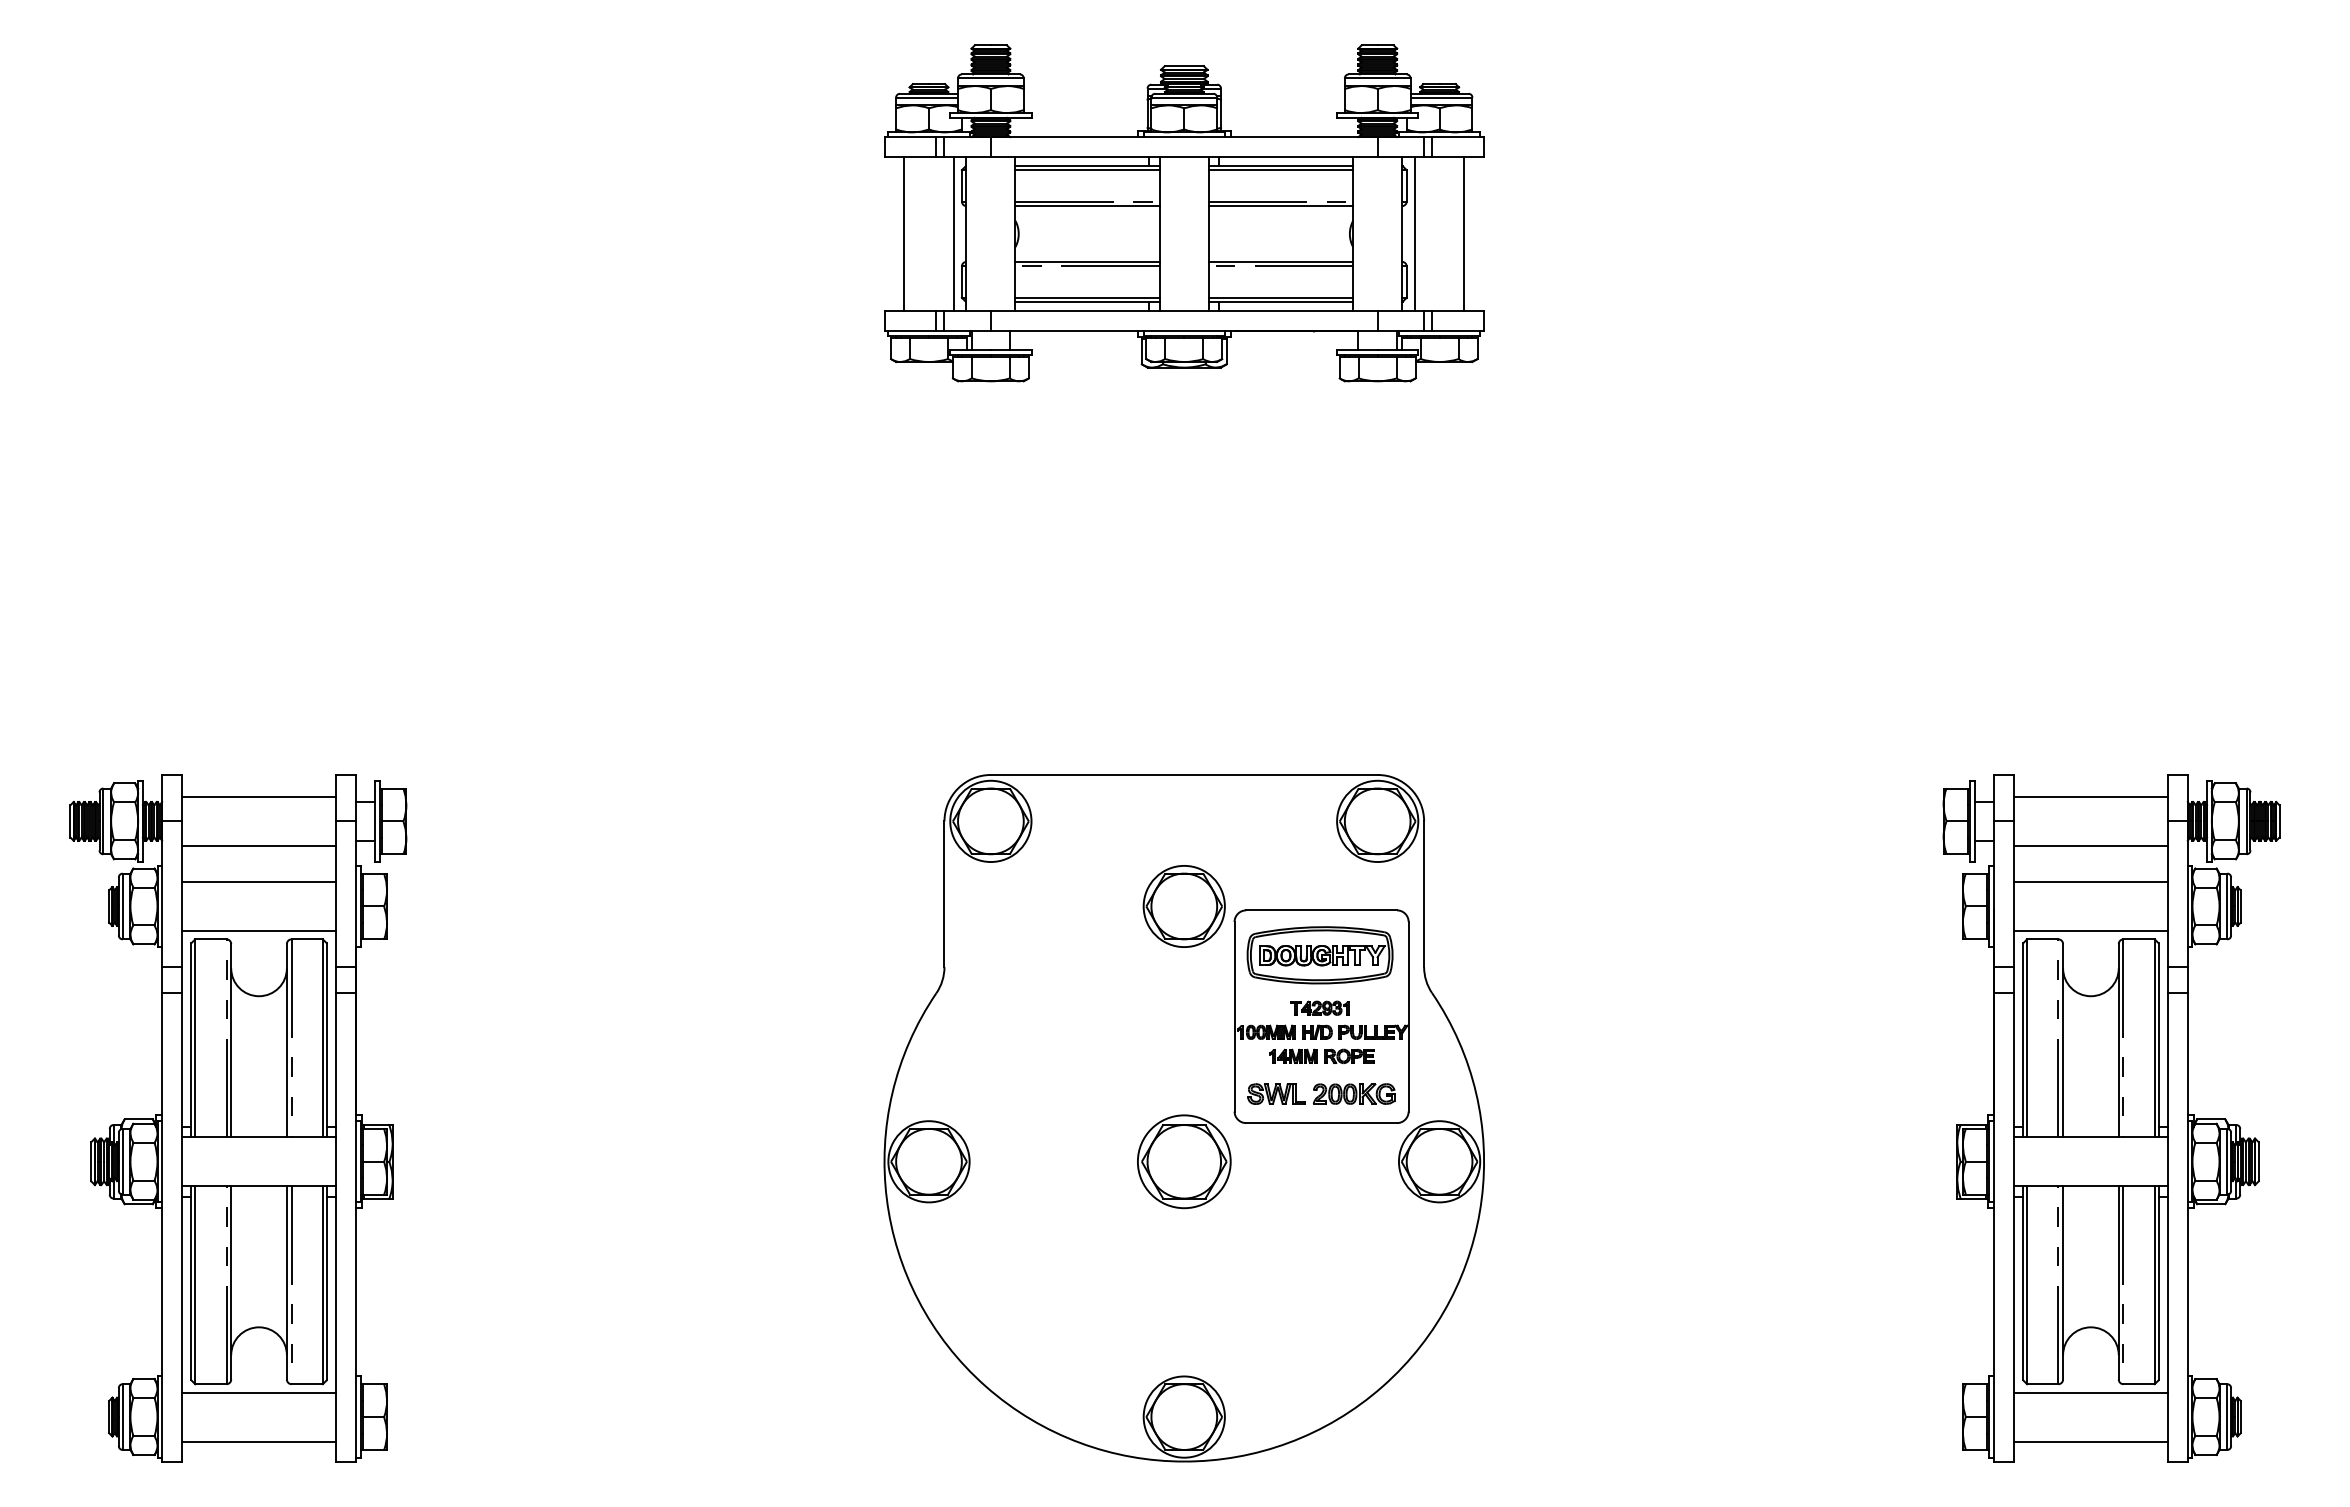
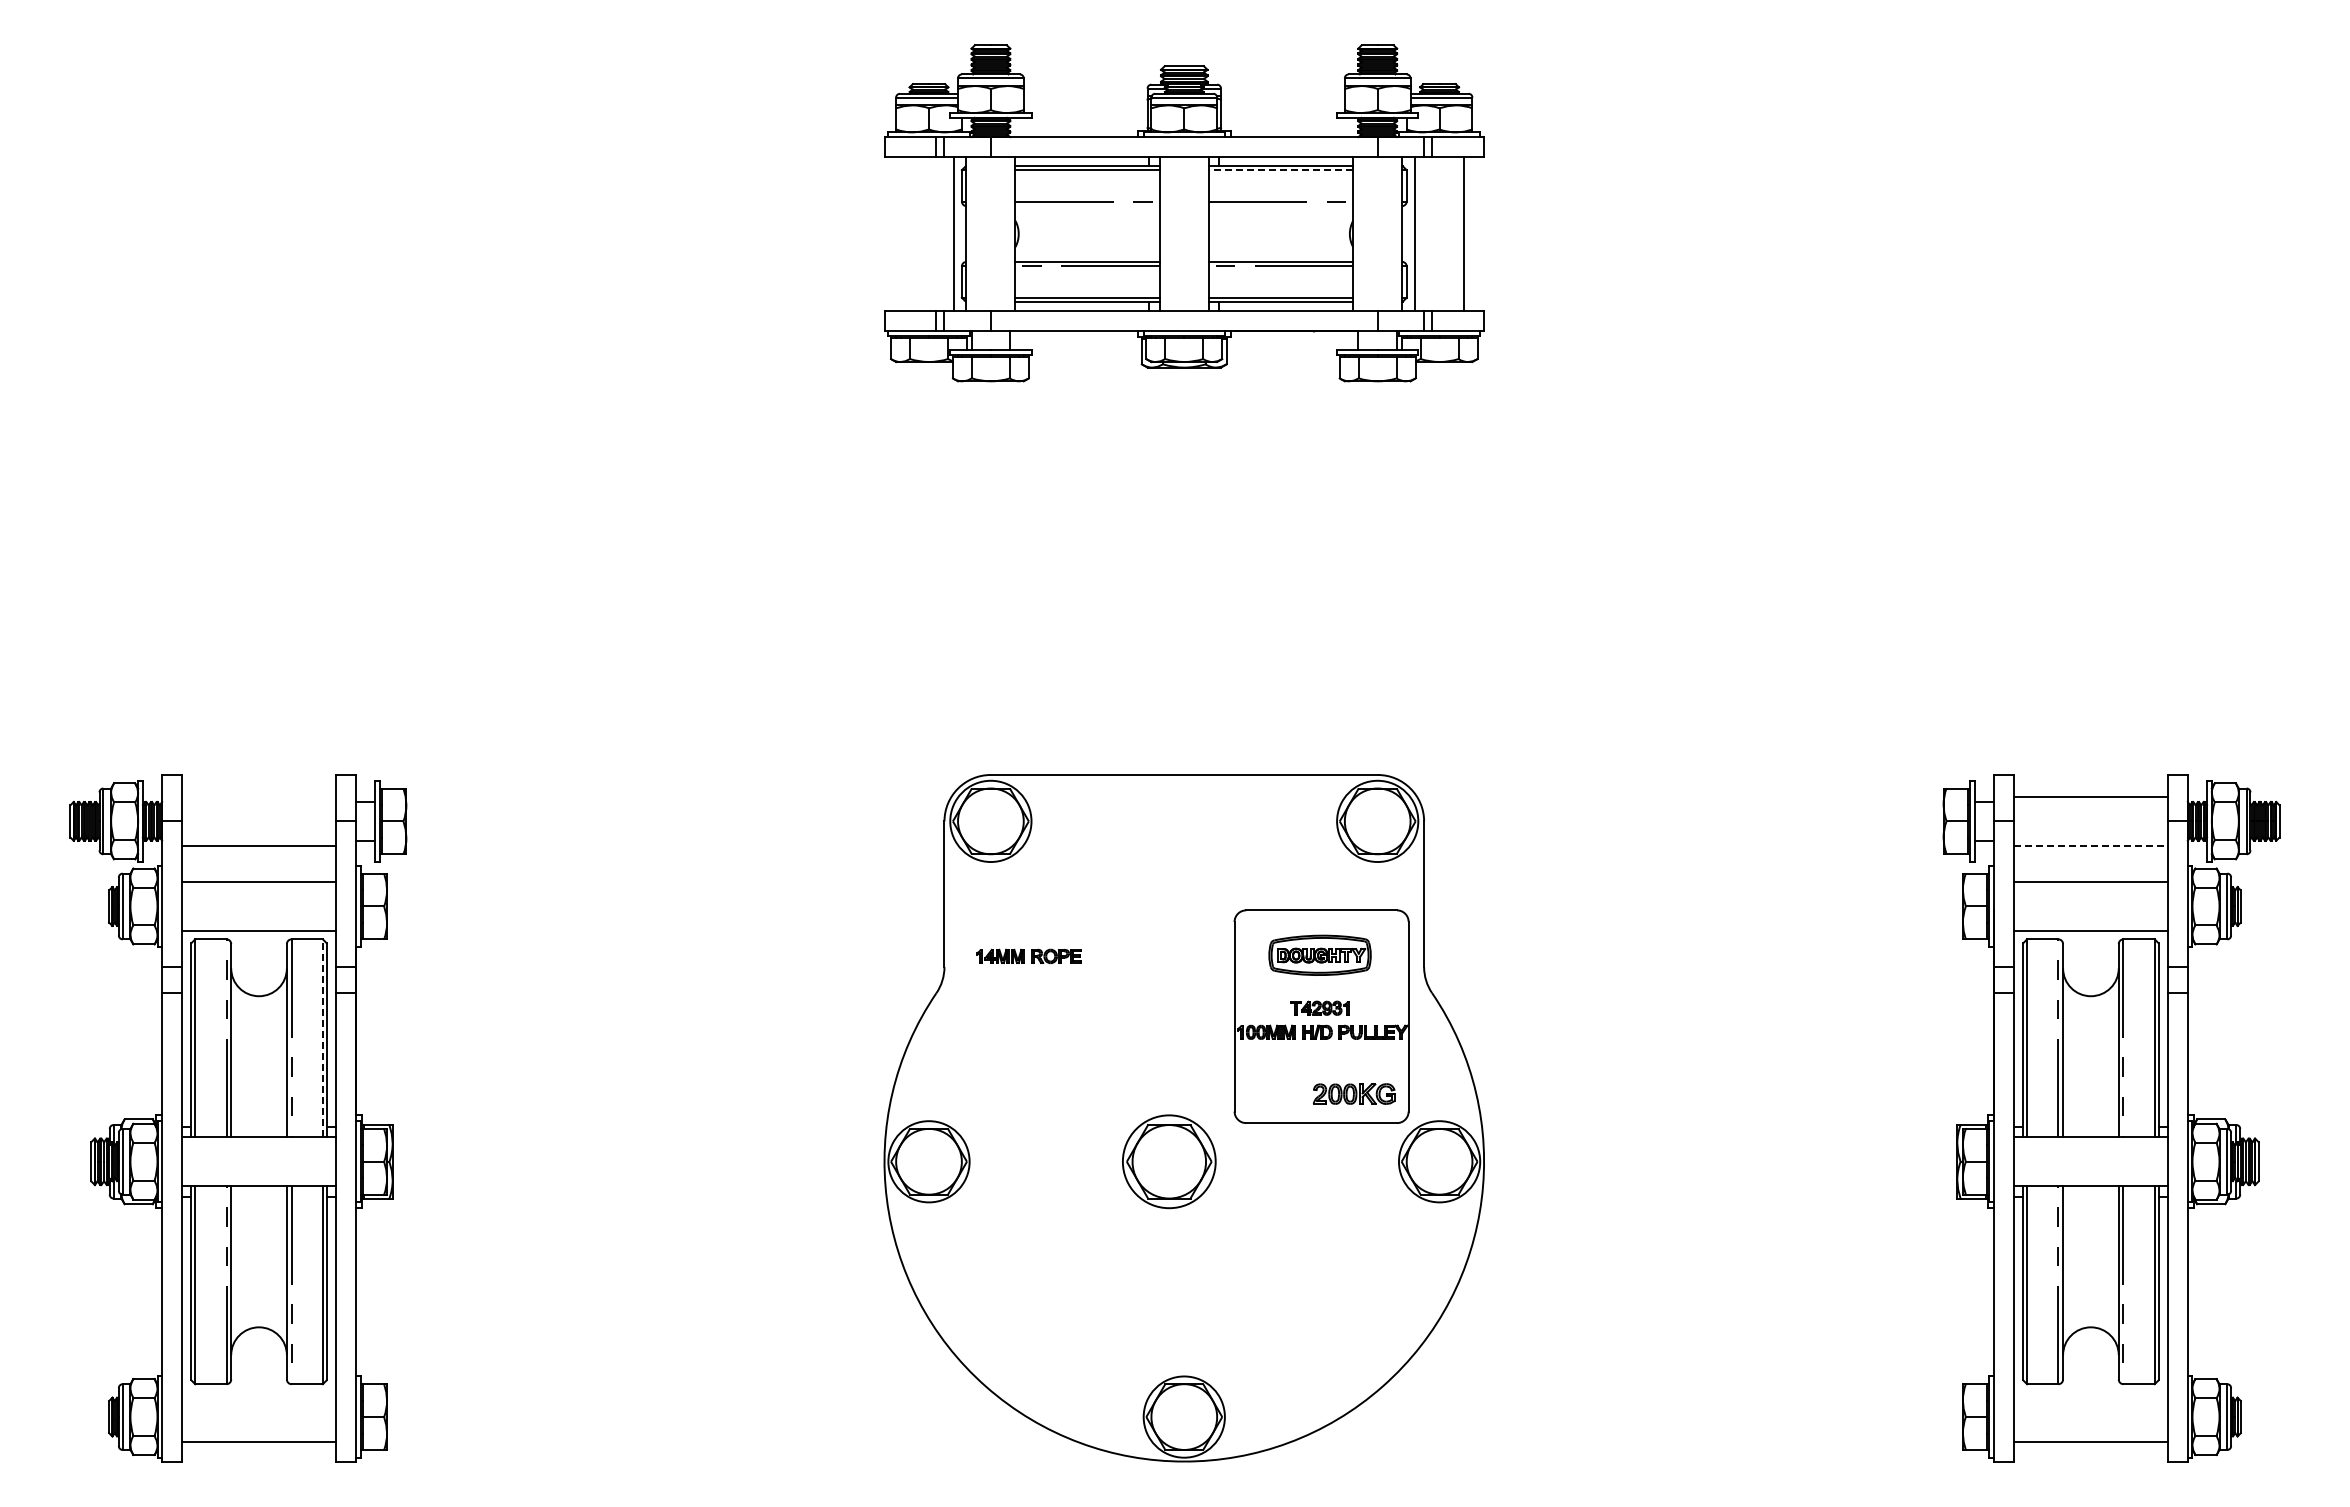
line at (1280, 170): solid -> dashed
line at (1087, 206): present -> none
line at (1280, 206): present -> none
line at (904, 233): present -> none
line at (258, 796): present -> none
line at (2091, 845): solid -> dashed
part at (1183, 906): present -> none
part at (1319, 955) size: 148x59 px -> 104x42 px
line at (322, 1038): solid -> dashed
part at (1321, 1055) position: (1321, 1055) -> (1028, 955)
part at (1276, 1093): present -> none
part at (1184, 1161) position: (1184, 1161) -> (1169, 1161)
line at (258, 1392): present -> none
line at (2090, 1392): present -> none
